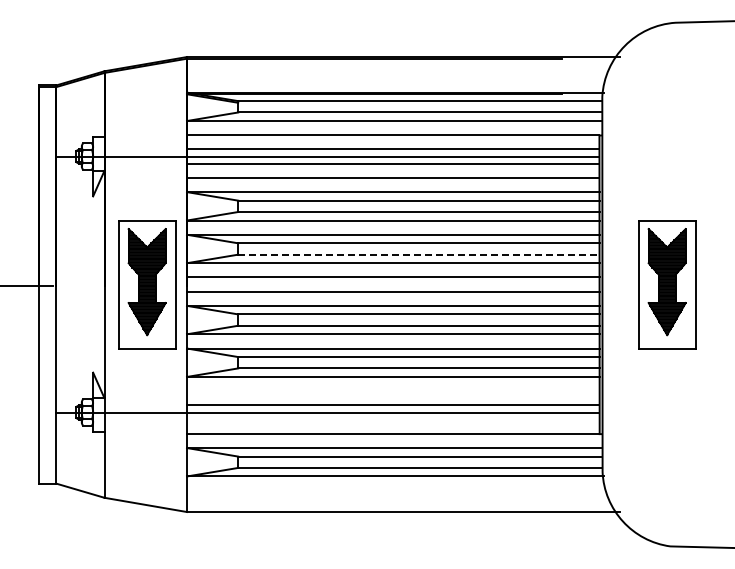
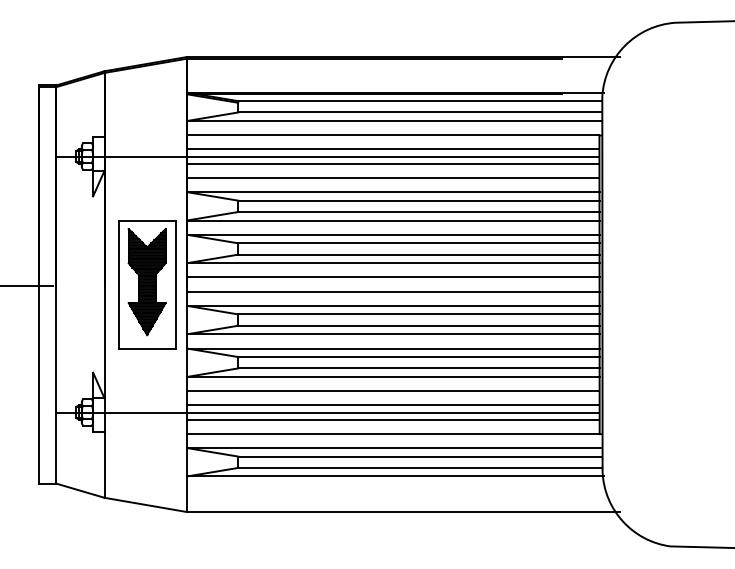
line at (418, 254): dashed -> solid
part at (667, 284): present -> none
line at (393, 391): none -> present
line at (393, 419): none -> present
